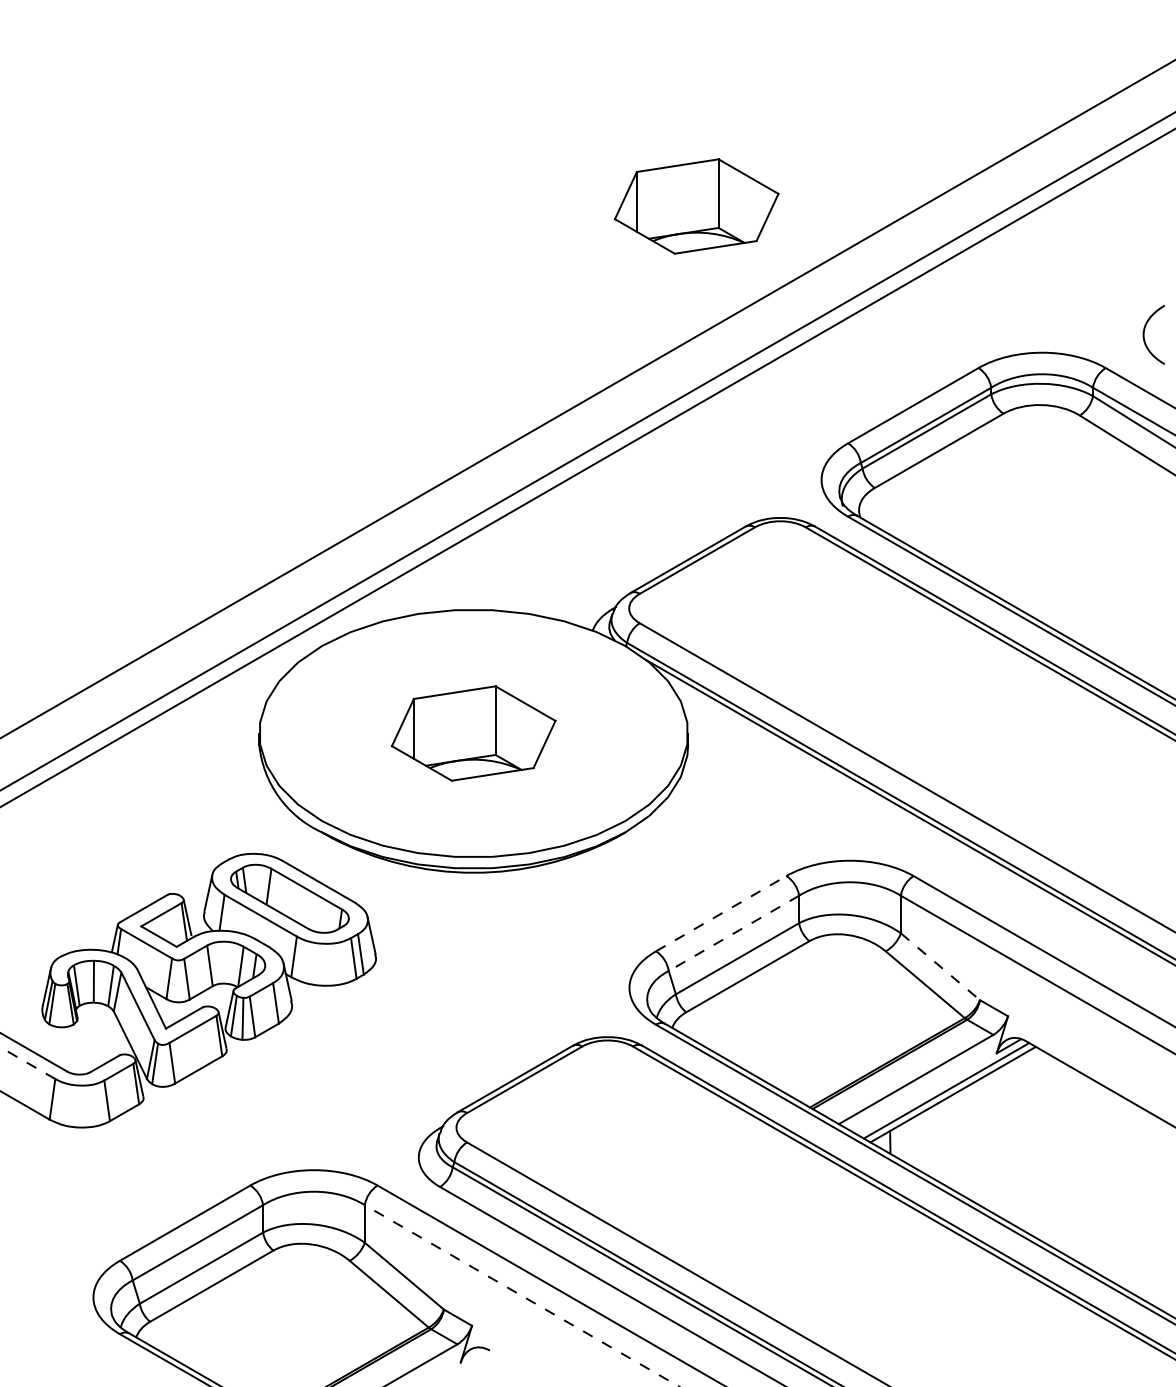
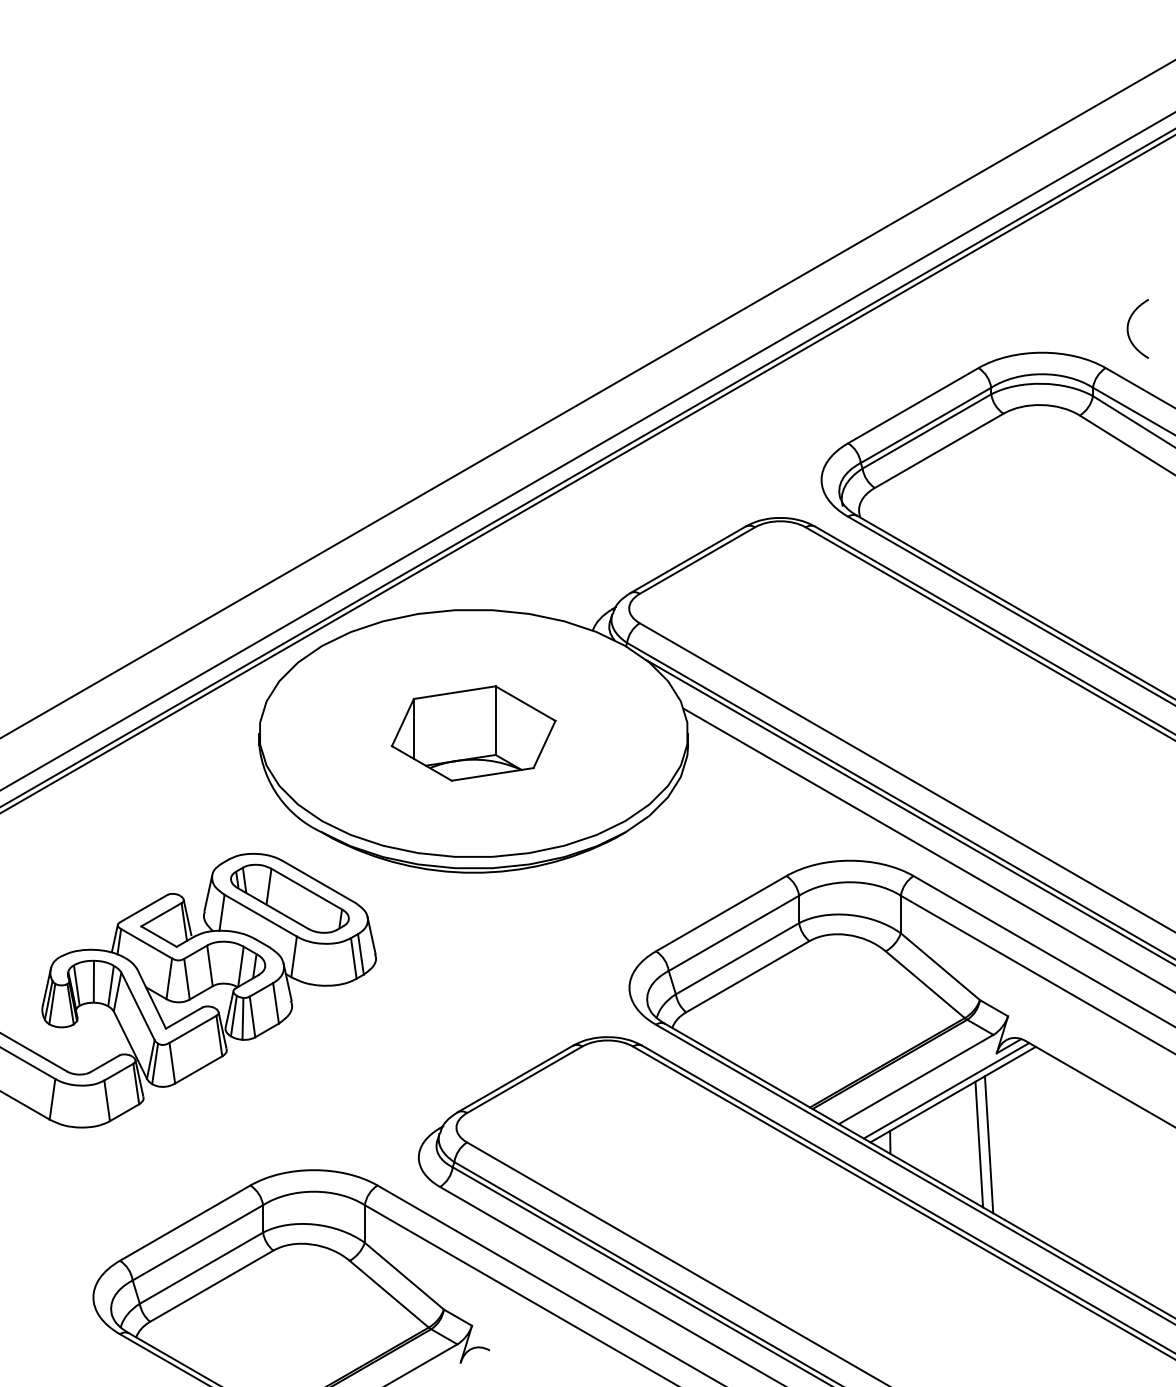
part at (696, 206): present -> none
curve at (1144, 334) position: (1144, 334) -> (1128, 328)
line at (587, 474): none -> present
line at (927, 849): none -> present
line at (721, 913): dashed -> solid
line at (733, 933): dashed -> solid
line at (940, 966): dashed -> solid
line at (27, 1063): dashed -> solid
line at (979, 1144): none -> present
line at (988, 1144): none -> present
line at (521, 1295): dashed -> solid
